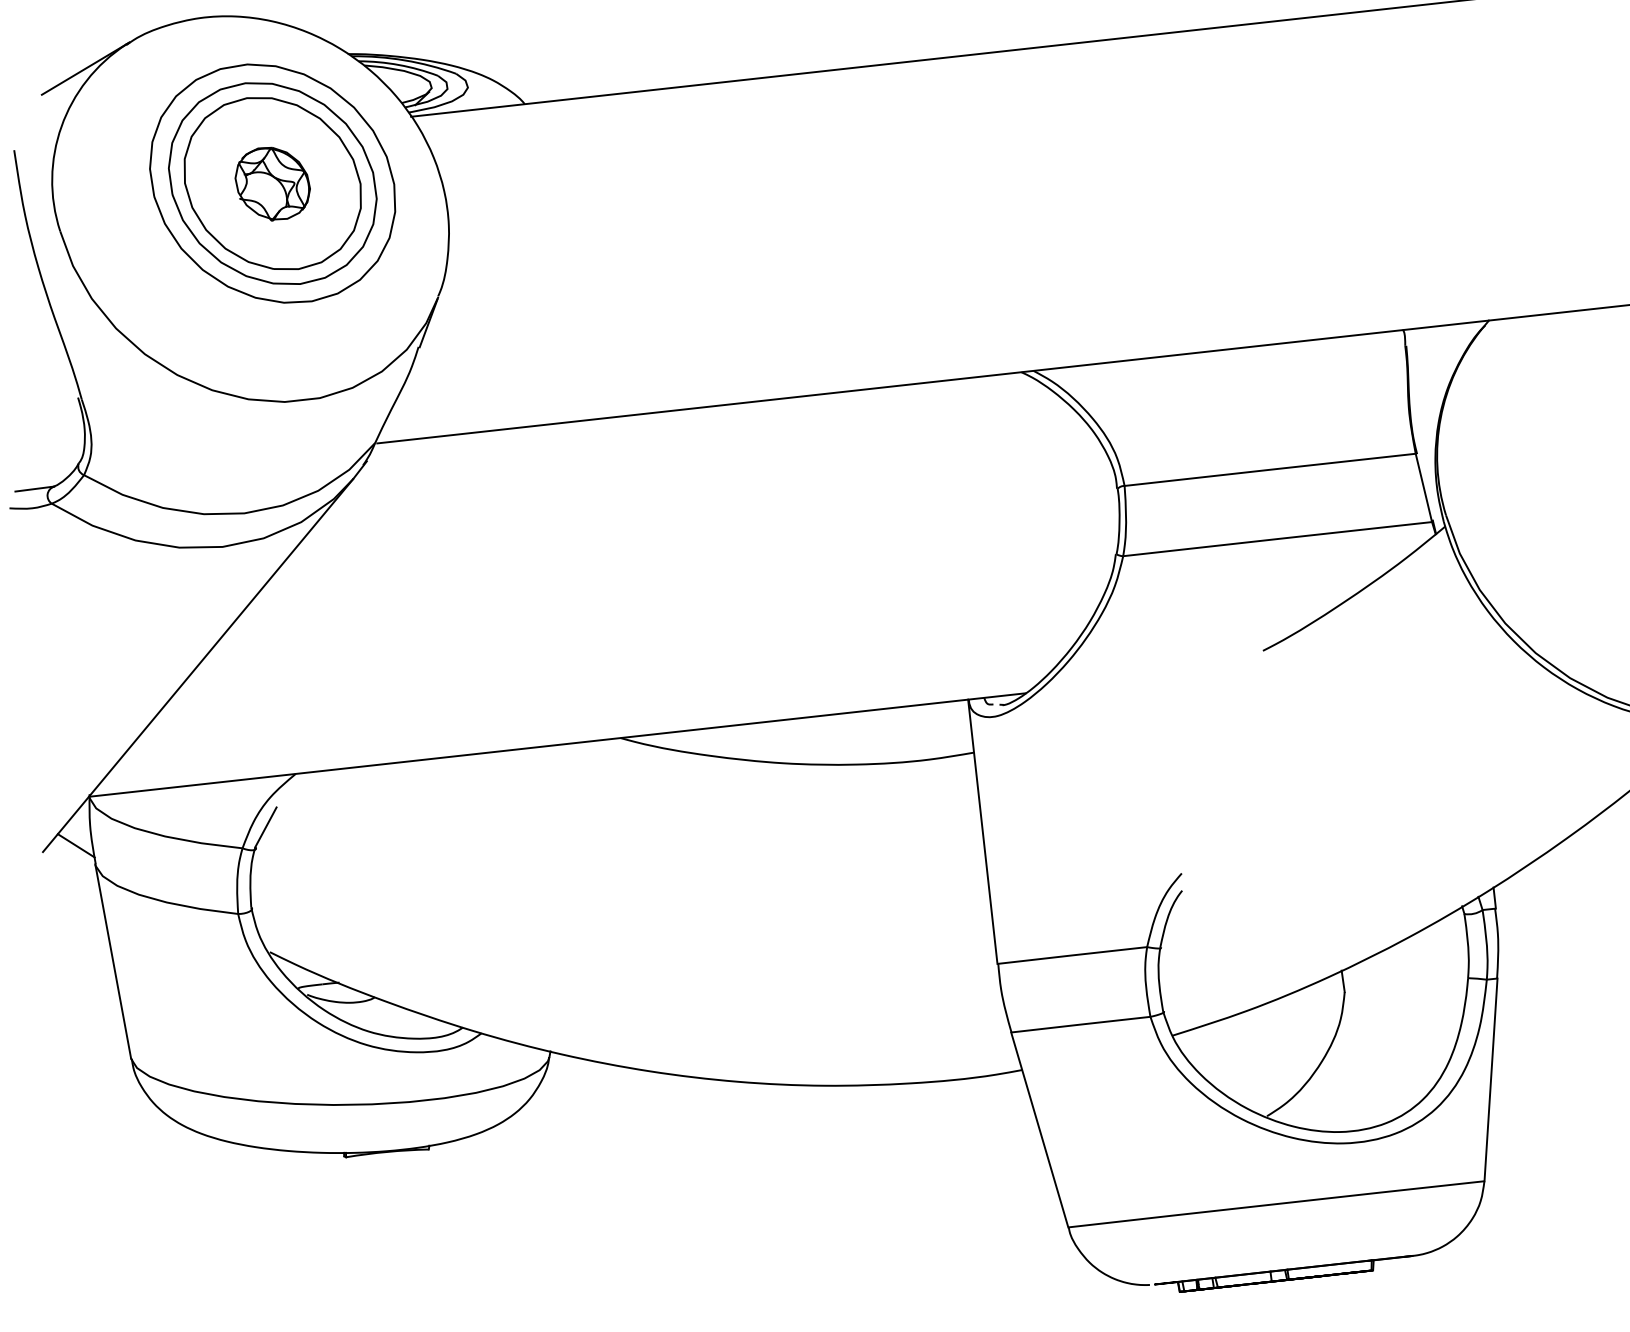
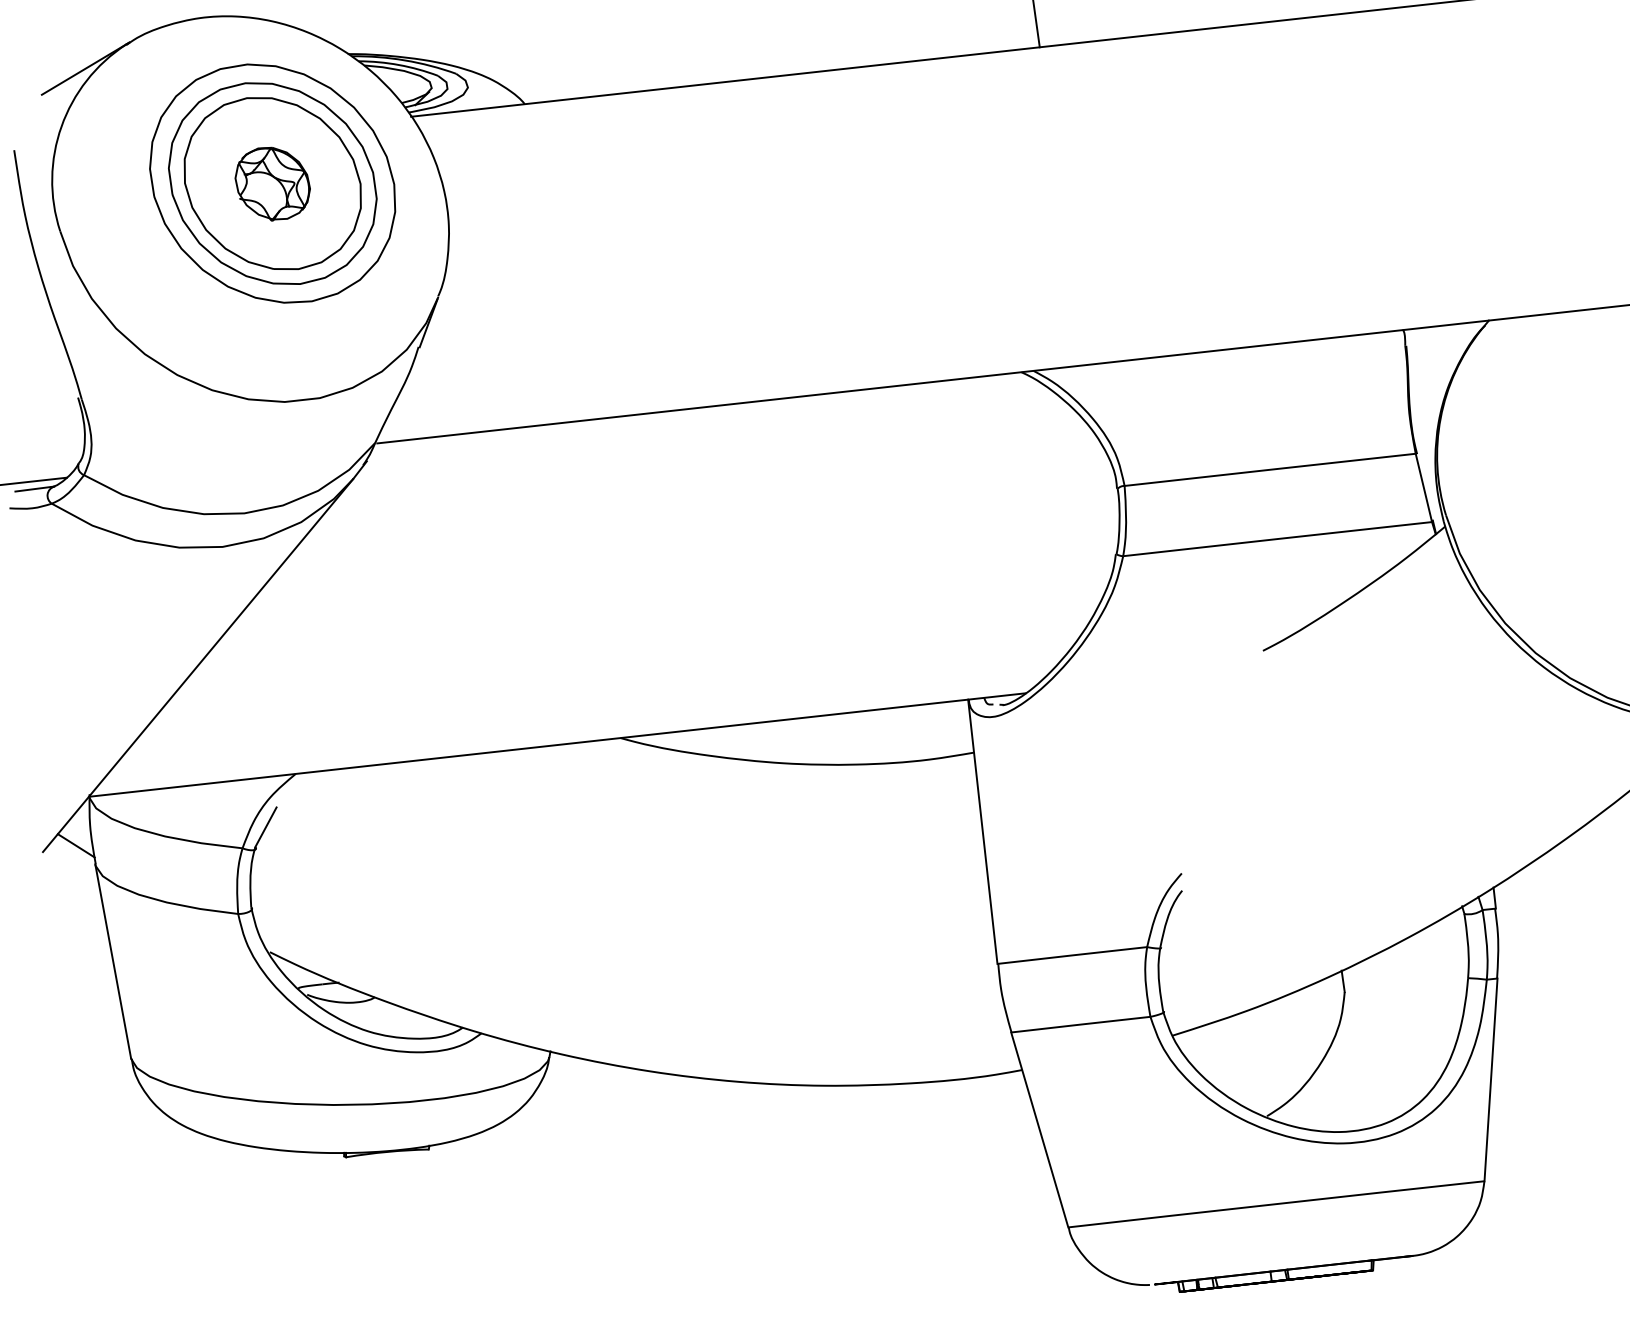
line at (1036, 24): none -> present
line at (34, 480): none -> present
